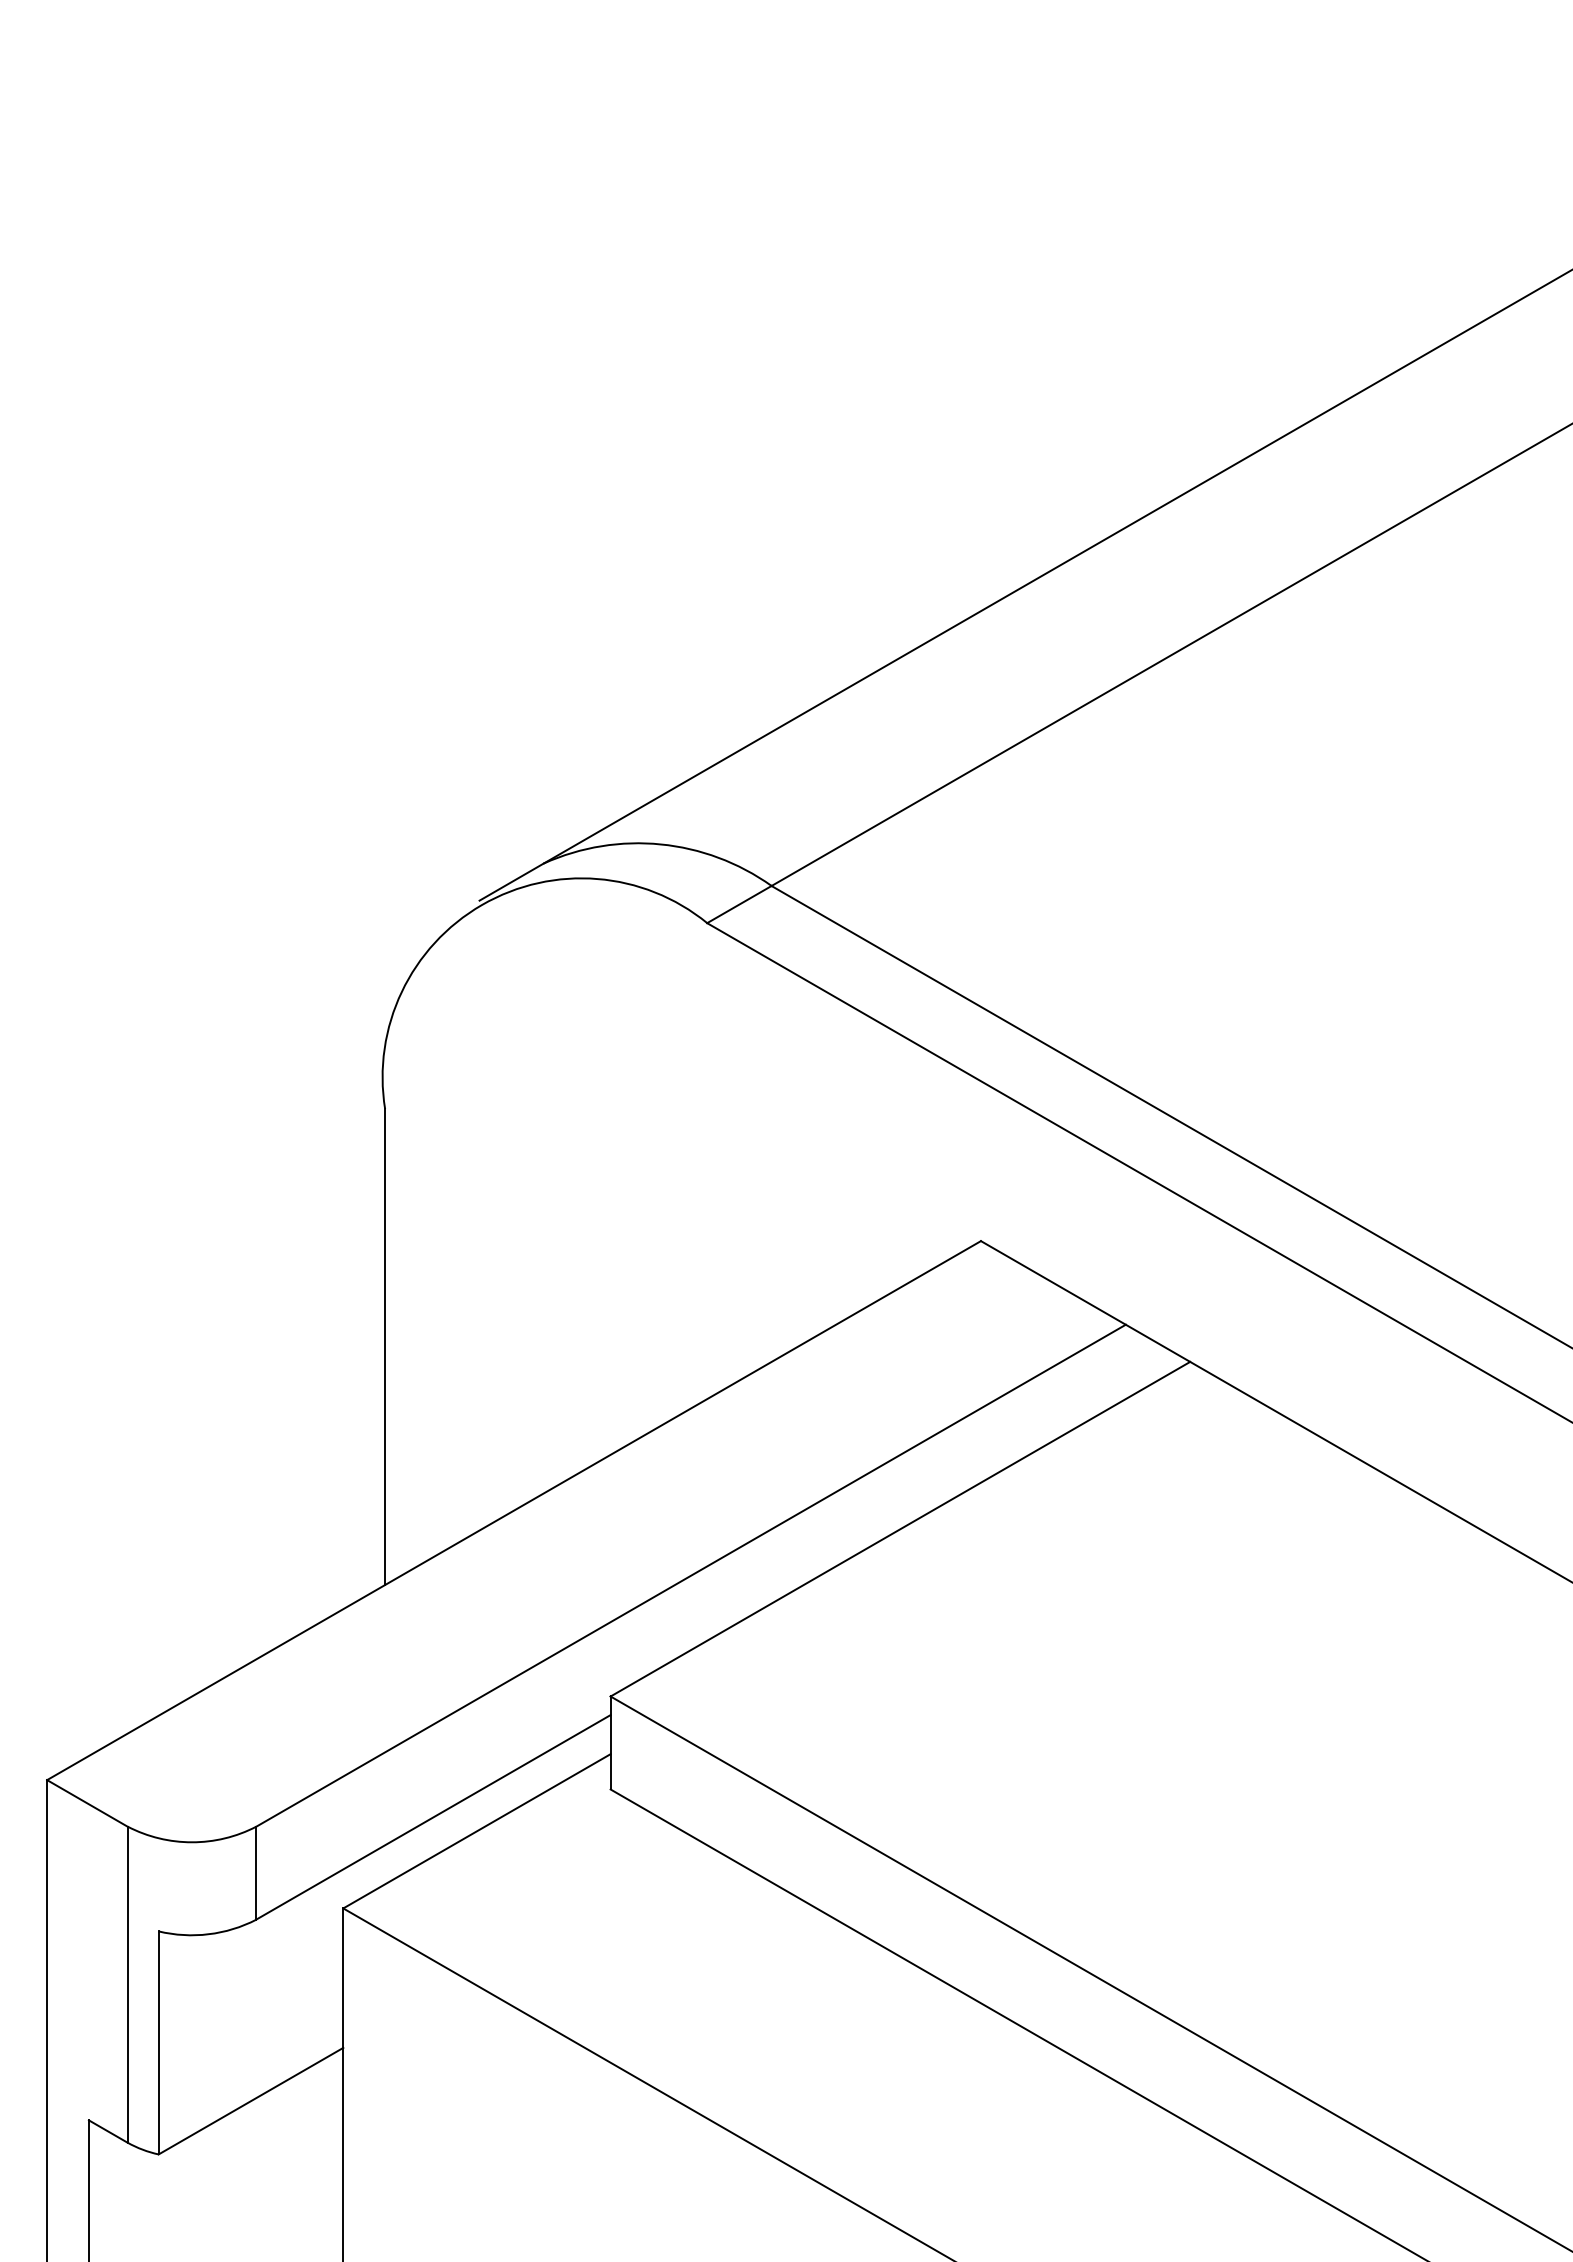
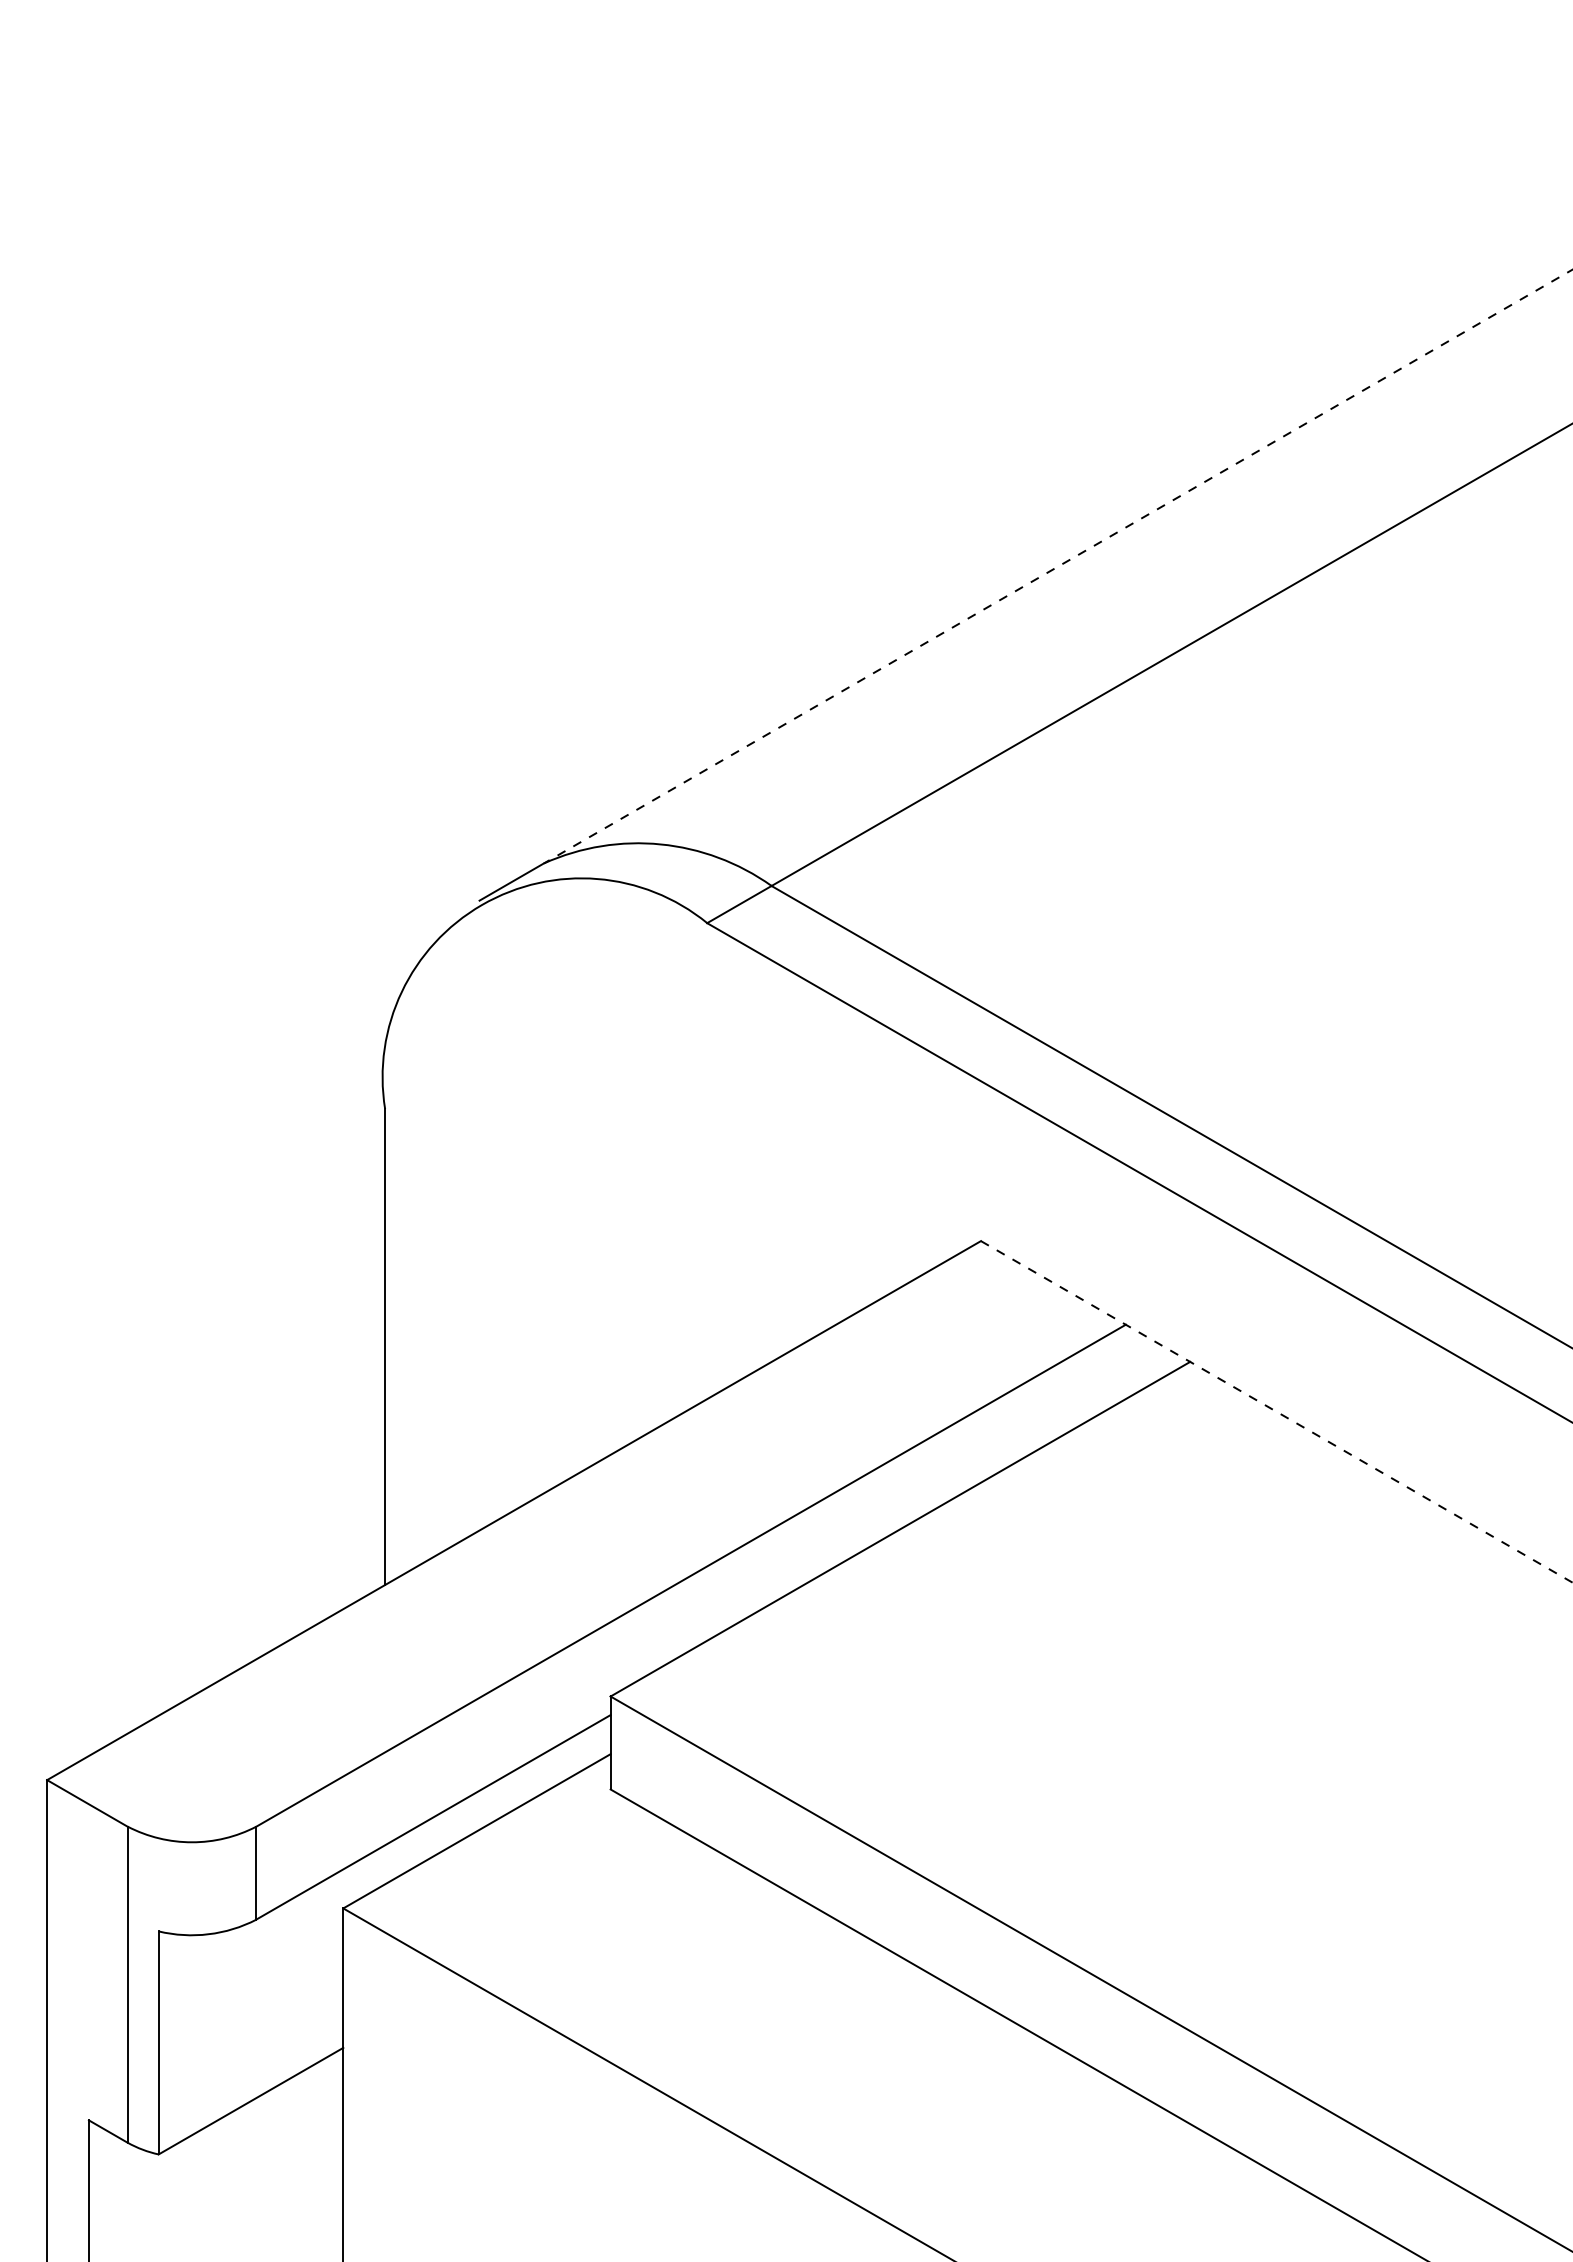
line at (1058, 566): solid -> dashed
line at (1277, 1412): solid -> dashed
